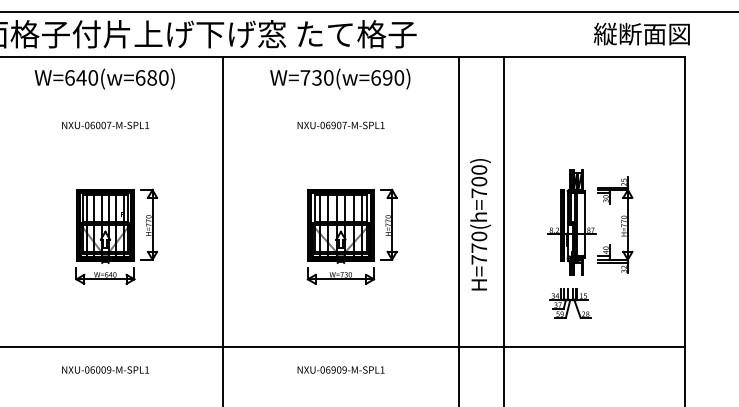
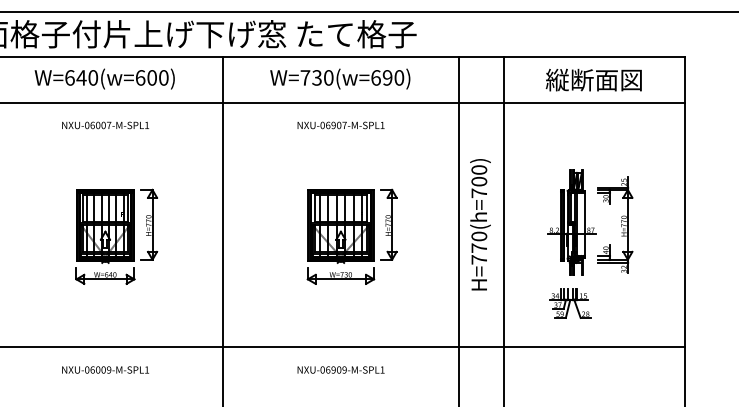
text at (641, 33) position: (641, 33) -> (593, 79)
text at (151, 77): W=640(w=680) -> W=640(w=600)
line at (343, 102): none -> present
